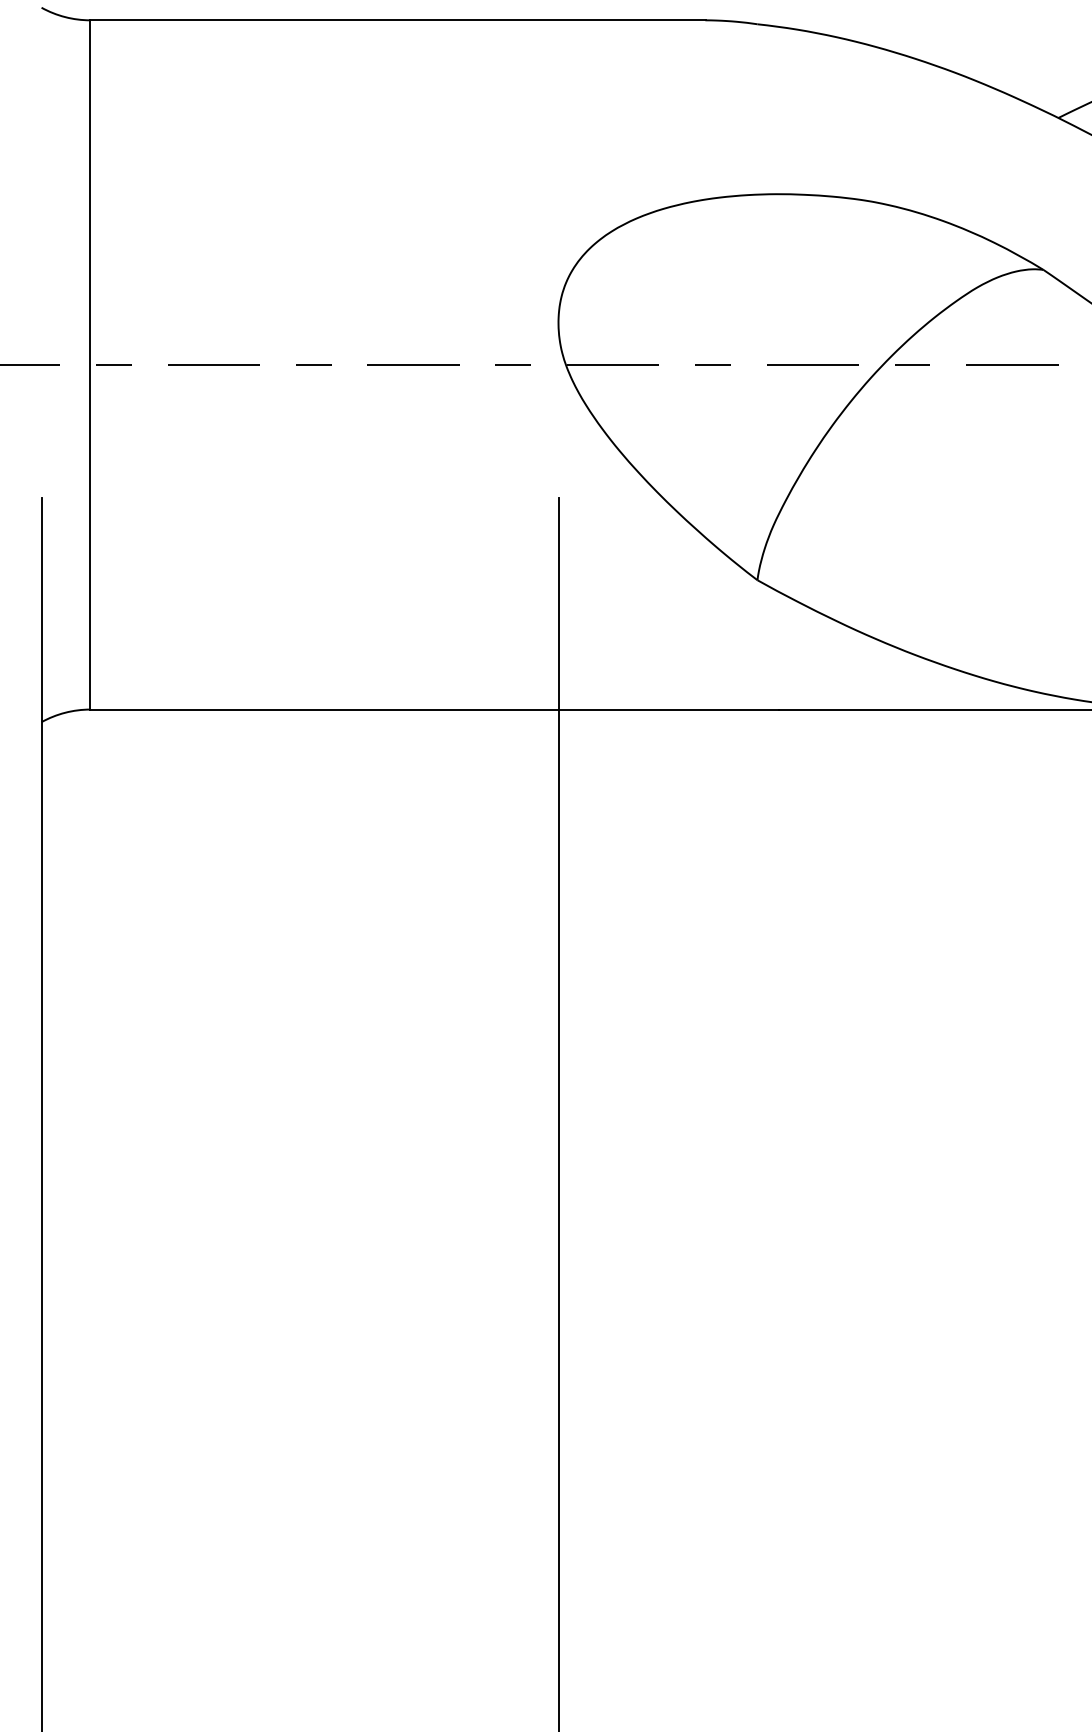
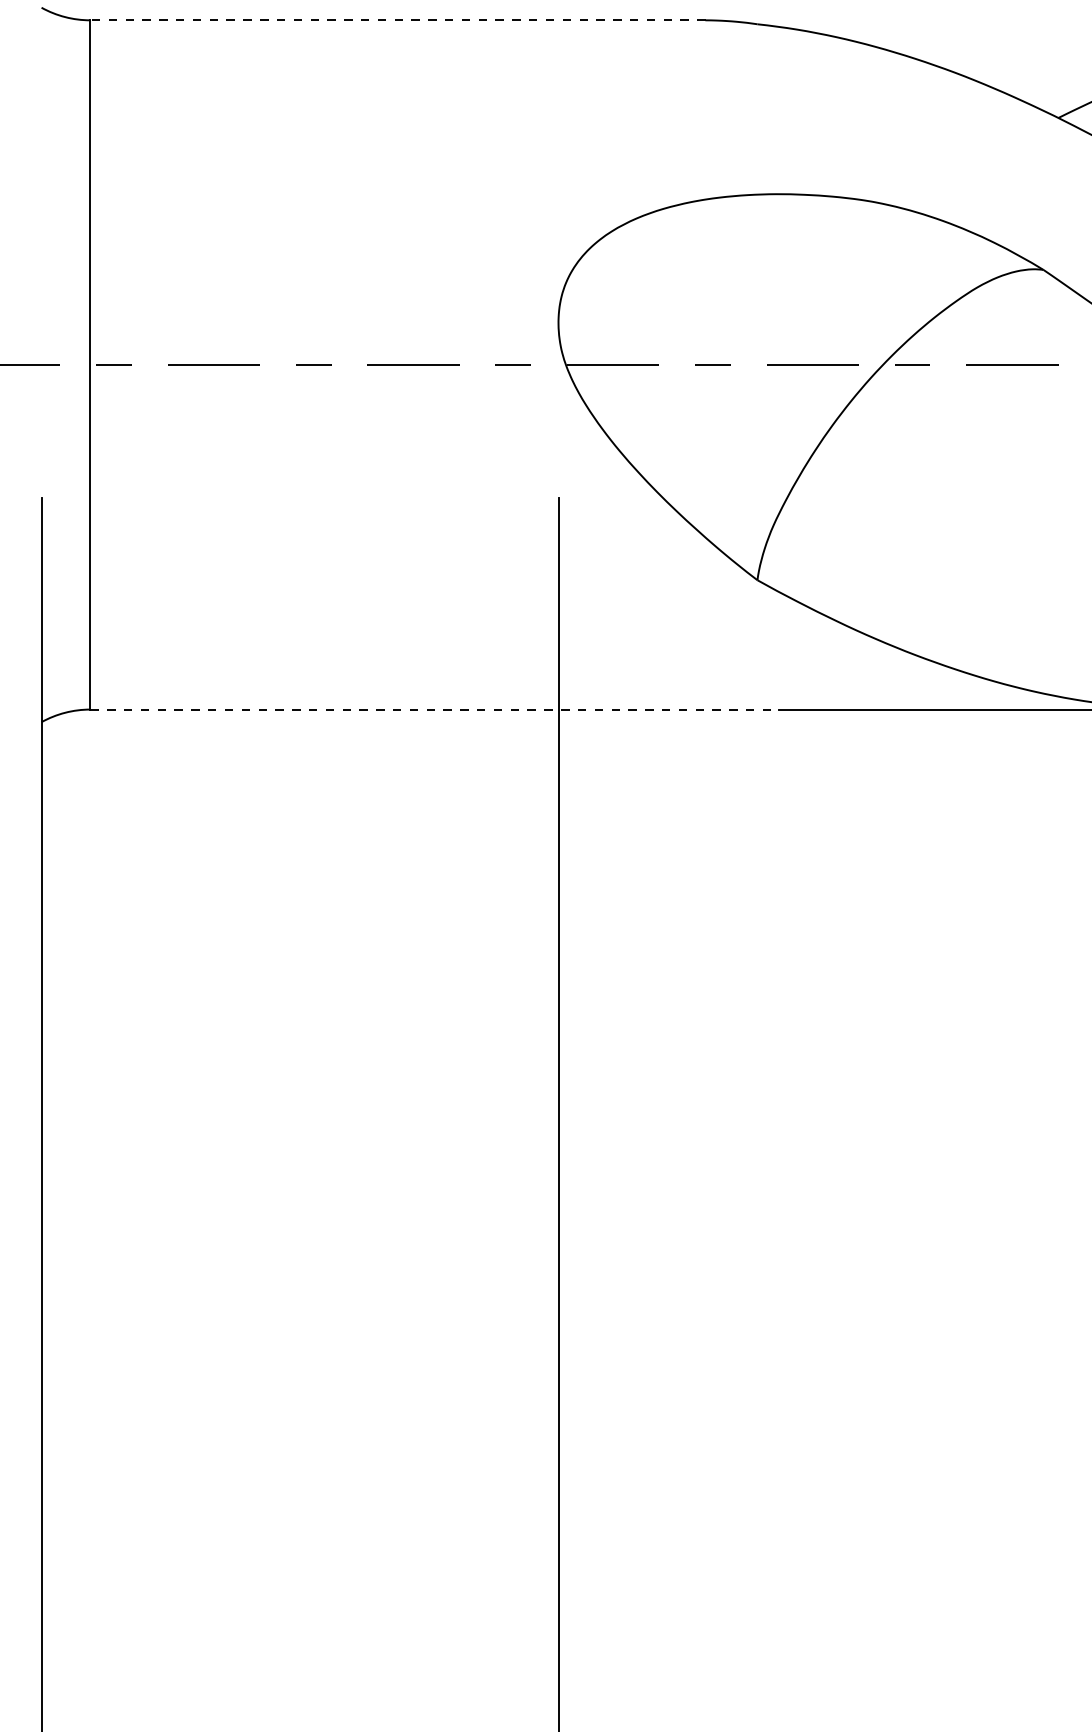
line at (398, 20): solid -> dashed
line at (435, 709): solid -> dashed
